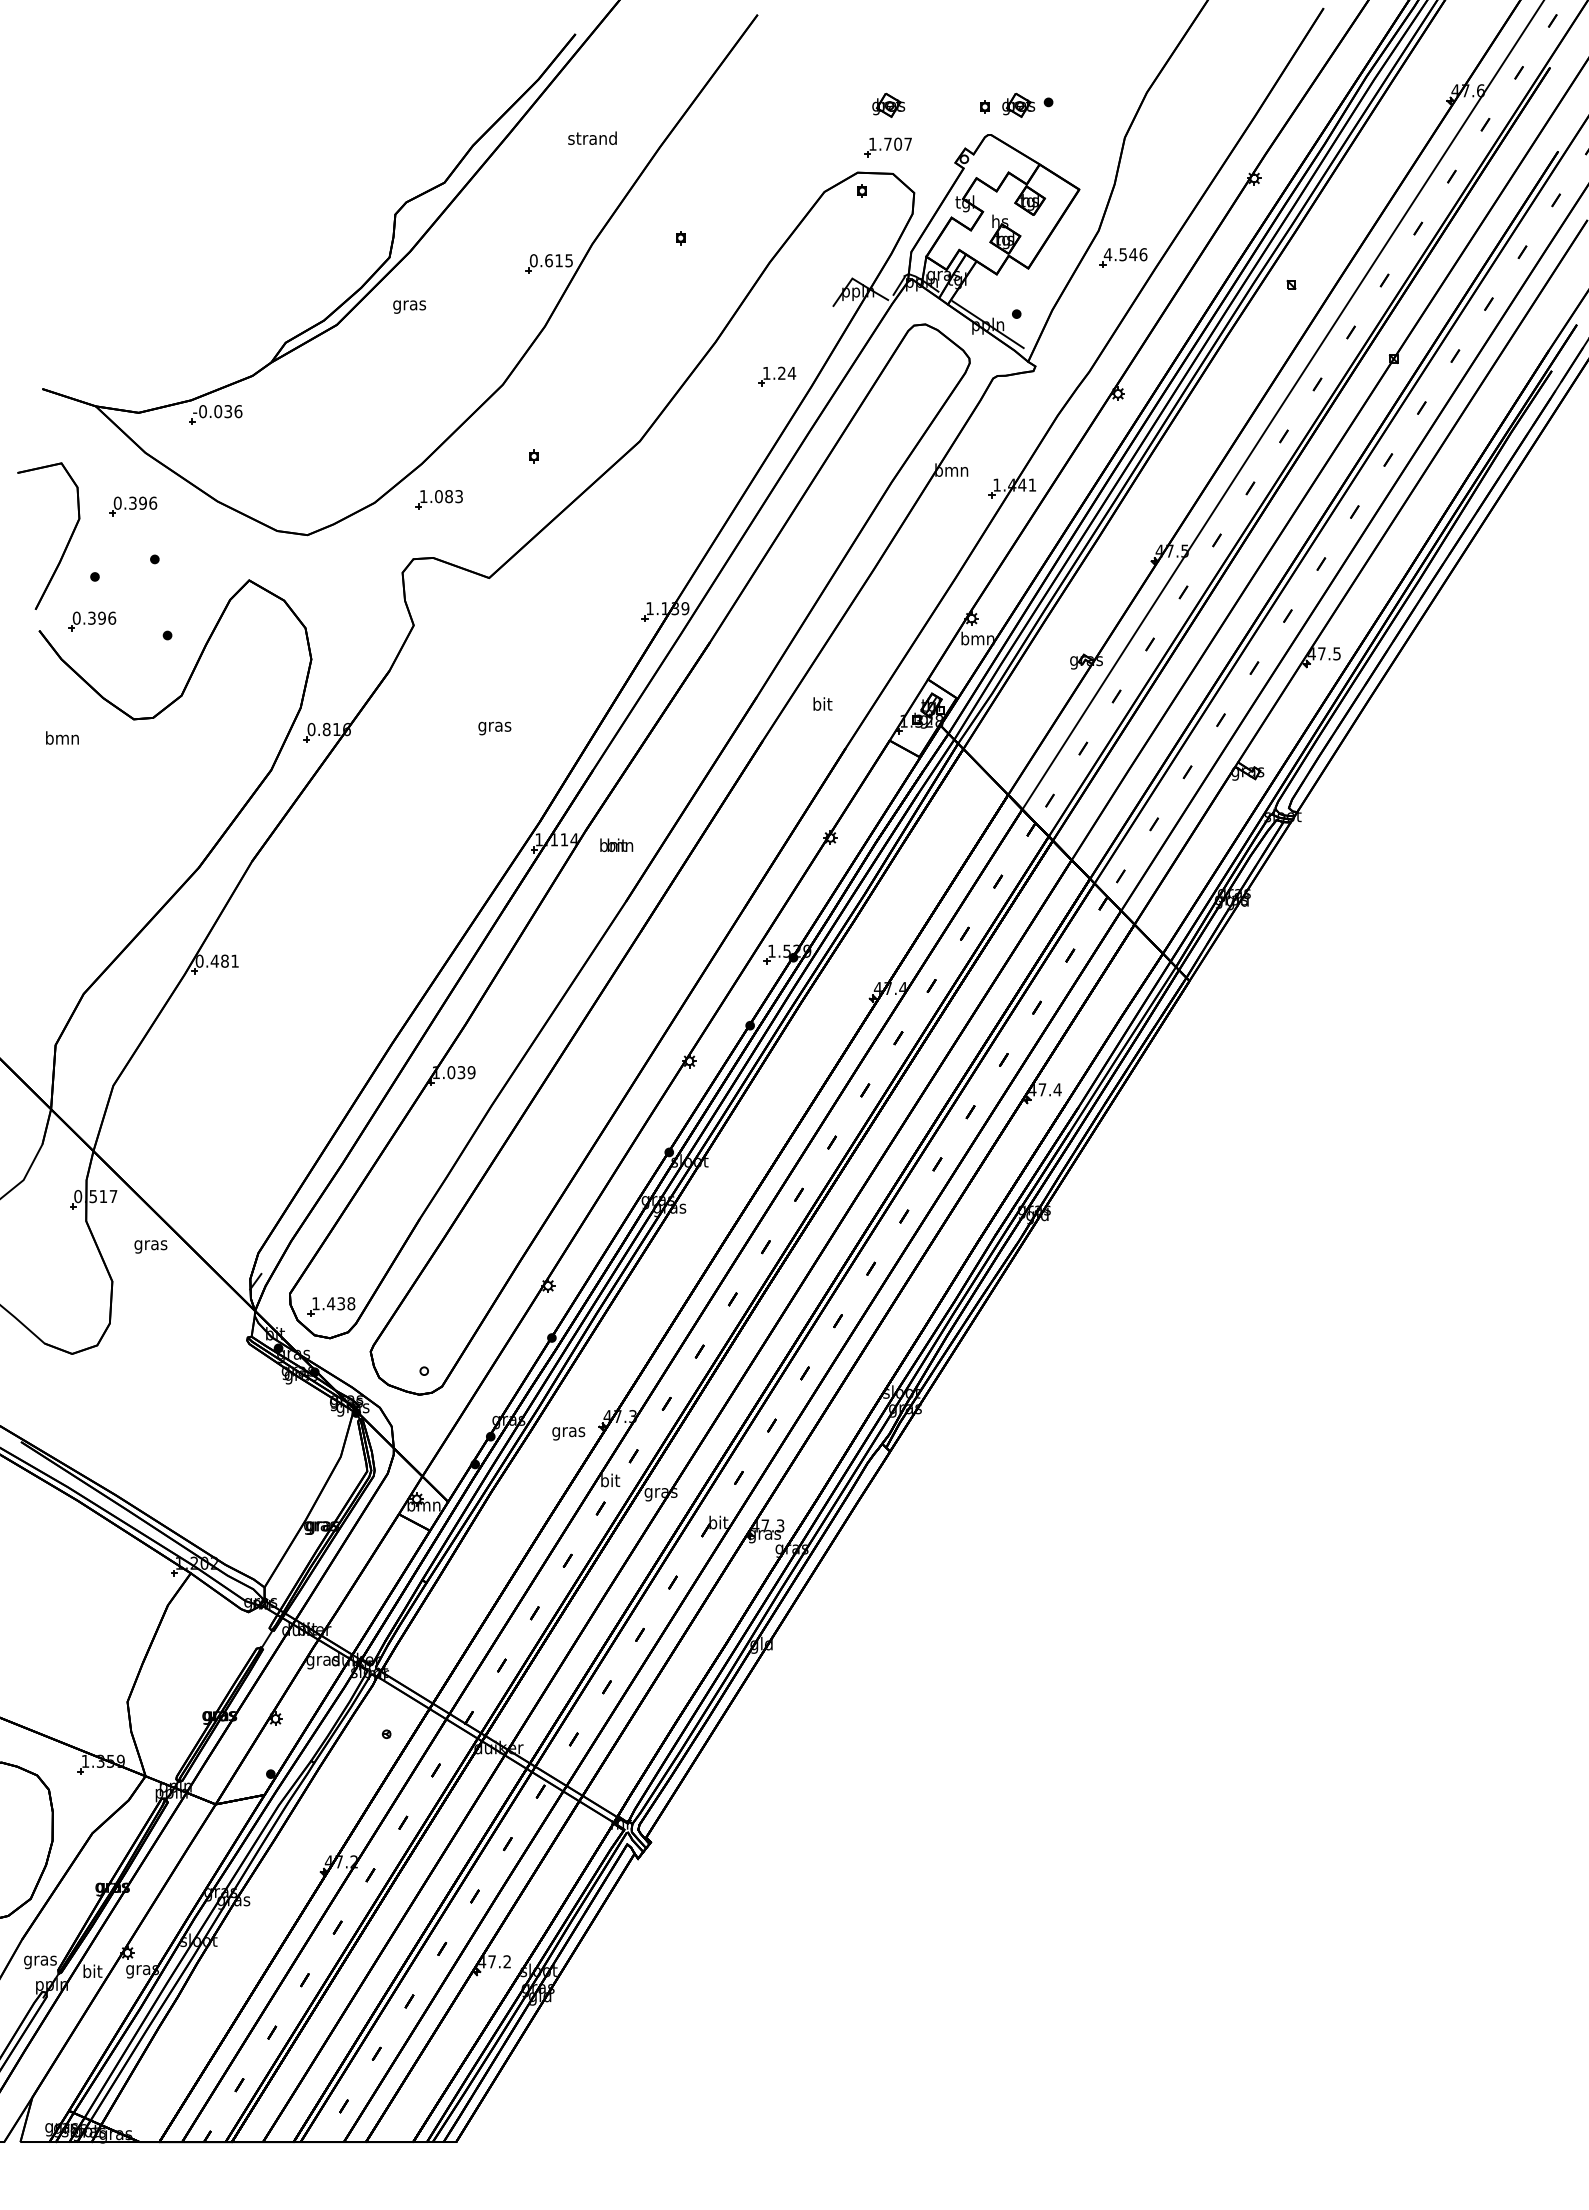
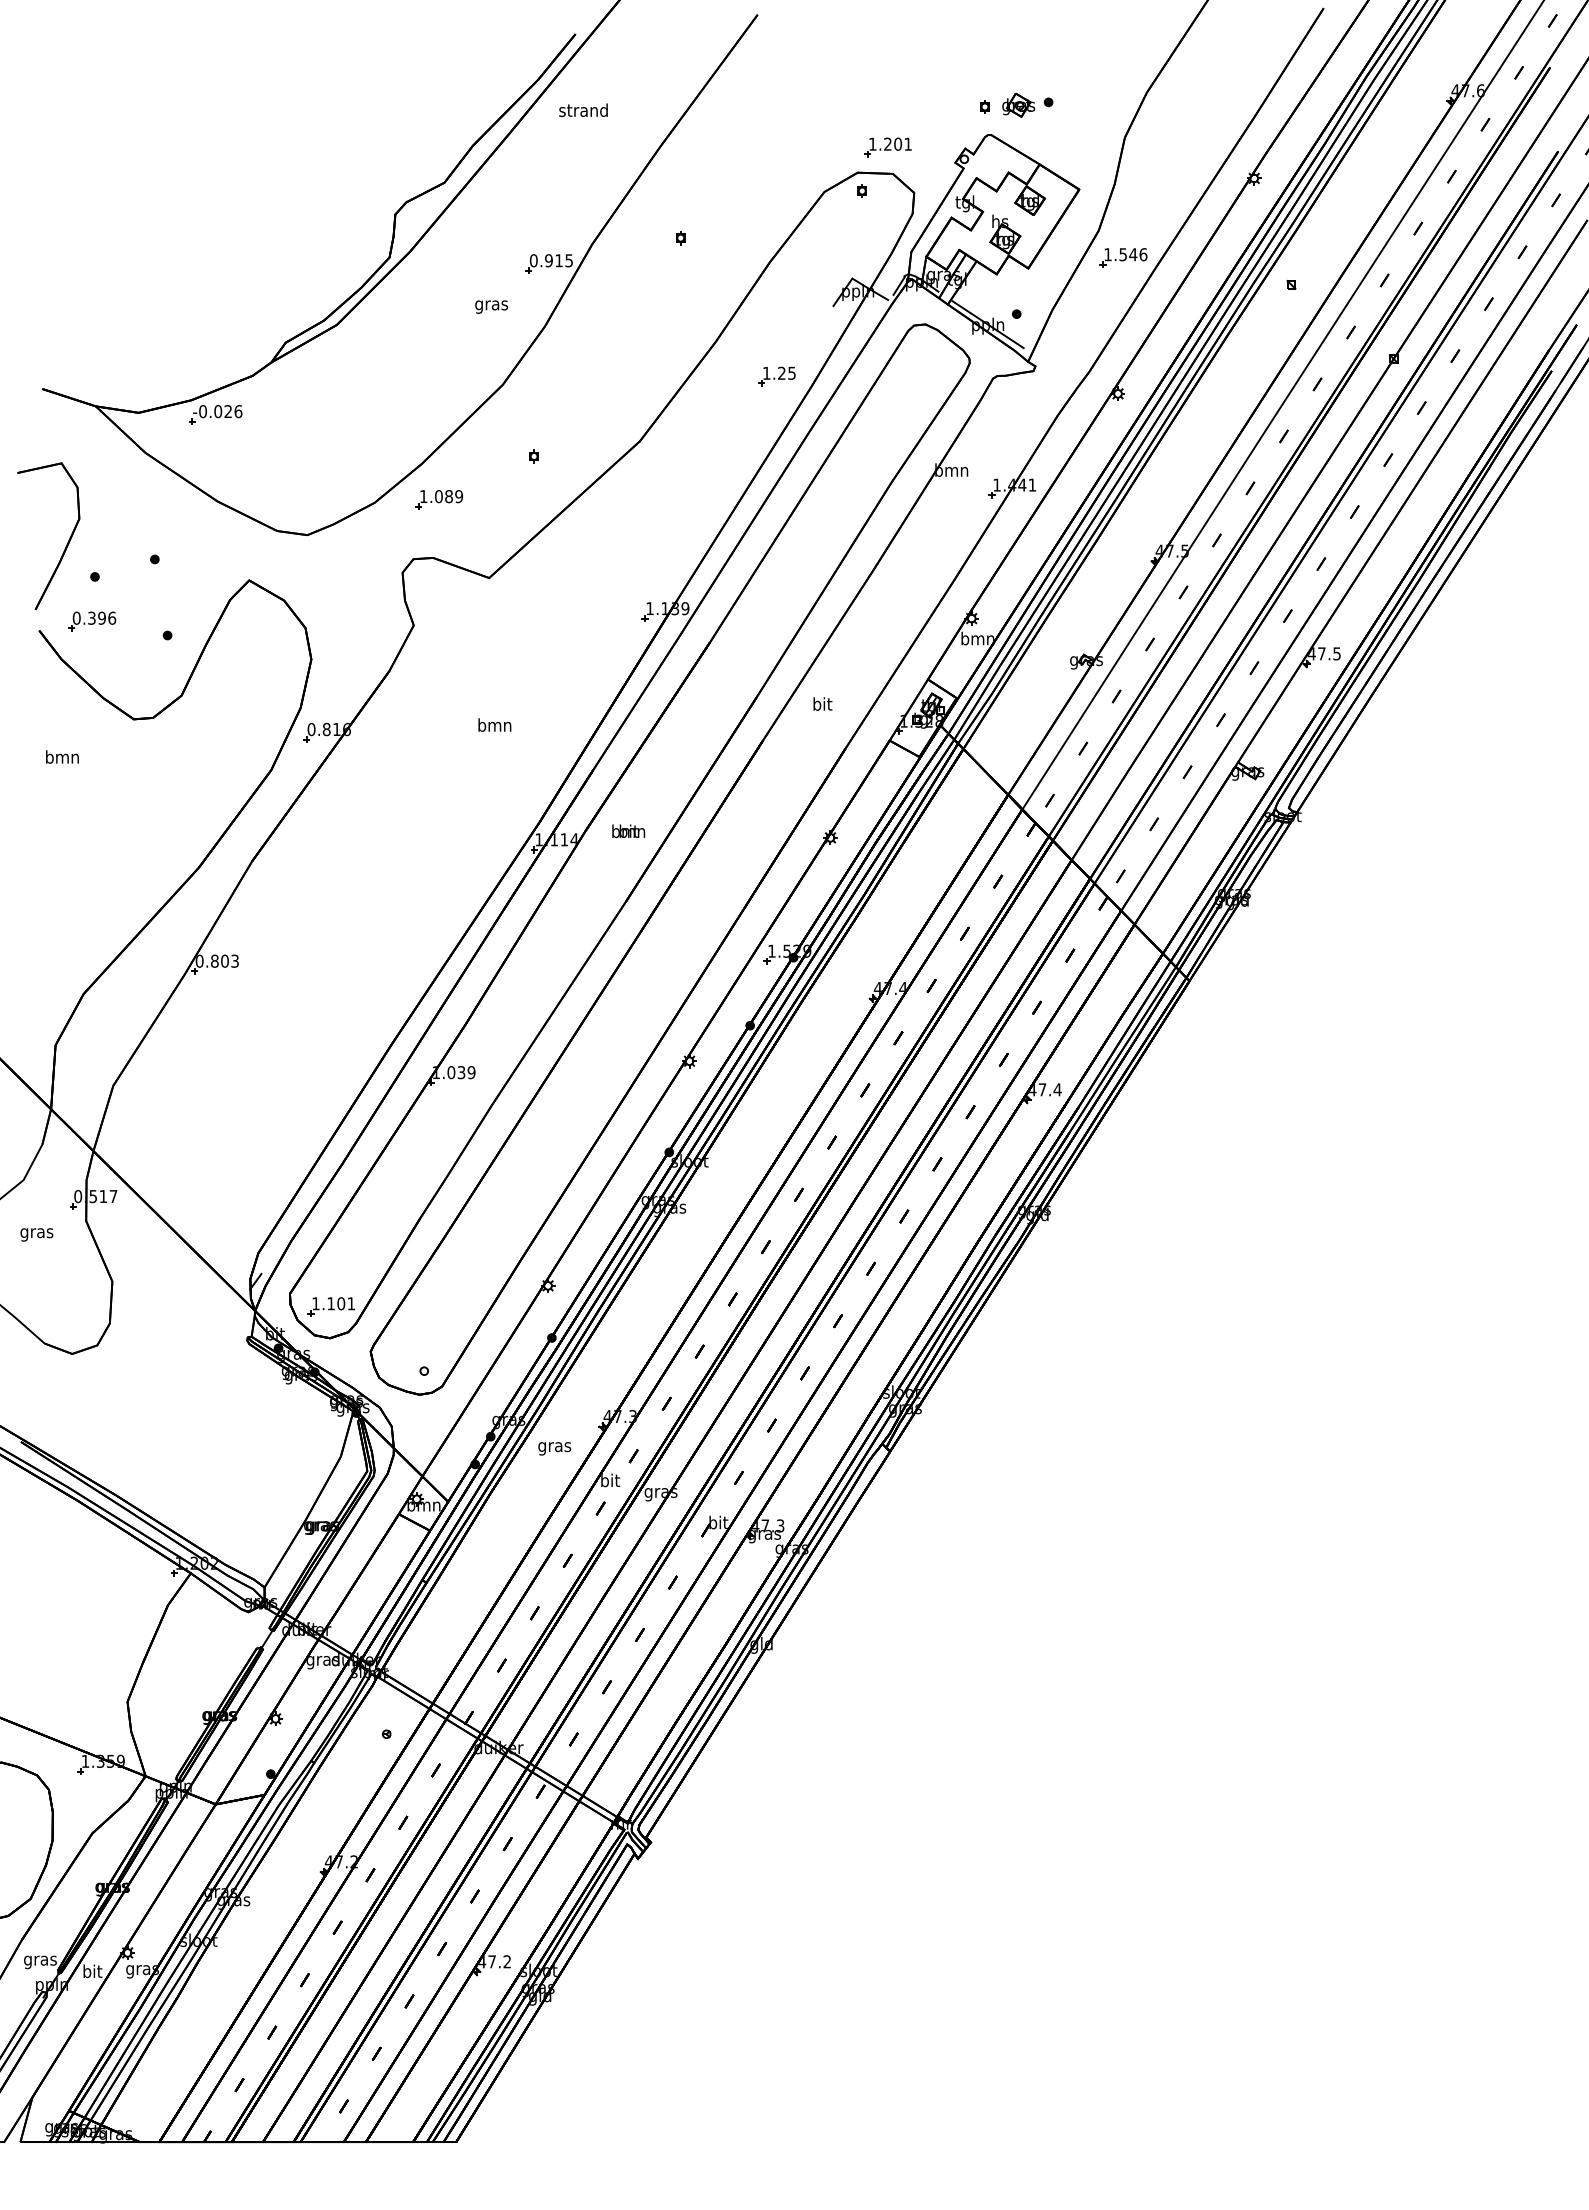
part at (888, 104): present -> none
text at (592, 137) position: (592, 137) -> (583, 109)
text at (897, 143): 1.707 -> 1.201
text at (1107, 254): 4.546 -> 1.546
text at (548, 260): 0.615 -> 0.915
text at (409, 306) position: (409, 306) -> (491, 306)
text at (791, 373): 1.24 -> 1.25
text at (228, 411): -0.036 -> -0.026
text at (459, 496): 1.083 -> 1.089
part at (133, 506): present -> none
text at (494, 726): gras -> bmn
text at (62, 737) position: (62, 737) -> (62, 756)
text at (616, 844) position: (616, 844) -> (628, 830)
text at (224, 960): 0.481 -> 0.803
text at (150, 1246) position: (150, 1246) -> (36, 1234)
text at (341, 1303): 1.438 -> 1.101
text at (568, 1433) position: (568, 1433) -> (554, 1448)
